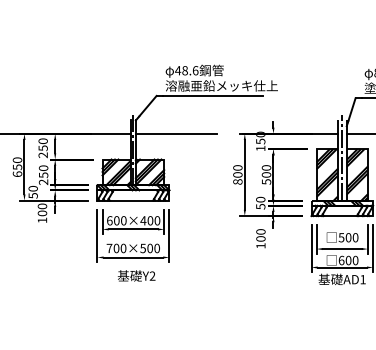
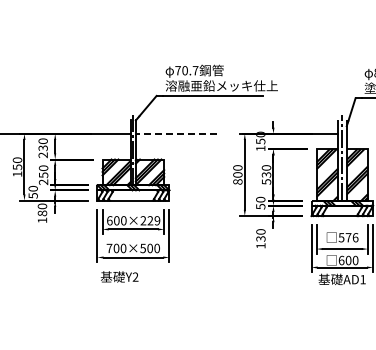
text at (186, 70): 48.6 -> 70.7
line at (175, 133): solid -> dashed
line at (359, 133): present -> none
text at (42, 147): 250 -> 230
text at (17, 173): 650 -> 150
text at (266, 174): 500 -> 530
text at (42, 213): 100 -> 180
text at (150, 220): 600×400 -> 600×229
text at (351, 237): 500 -> 576
text at (260, 238): 100 -> 130
text at (136, 275) position: (136, 275) -> (119, 276)
